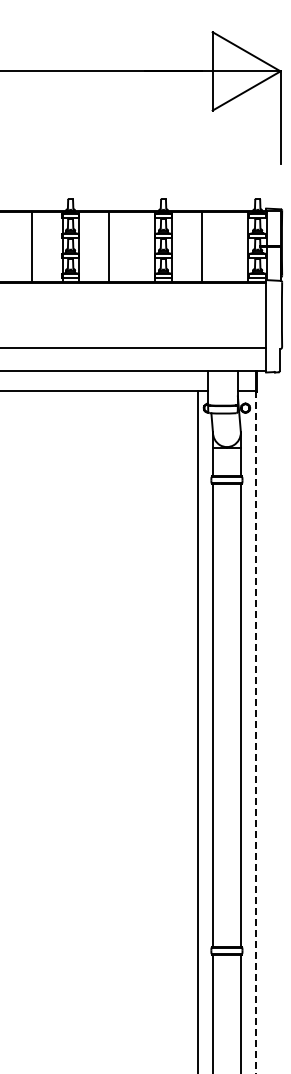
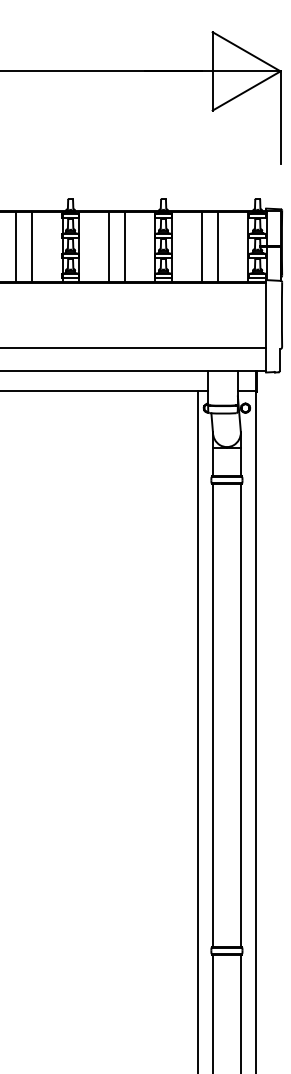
line at (16, 246): none -> present
line at (125, 246): none -> present
line at (218, 246): none -> present
line at (255, 732): dashed -> solid
